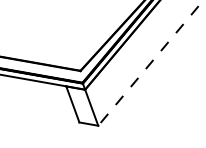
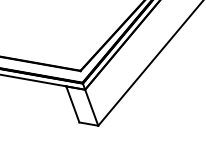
line at (150, 62): dashed -> solid
